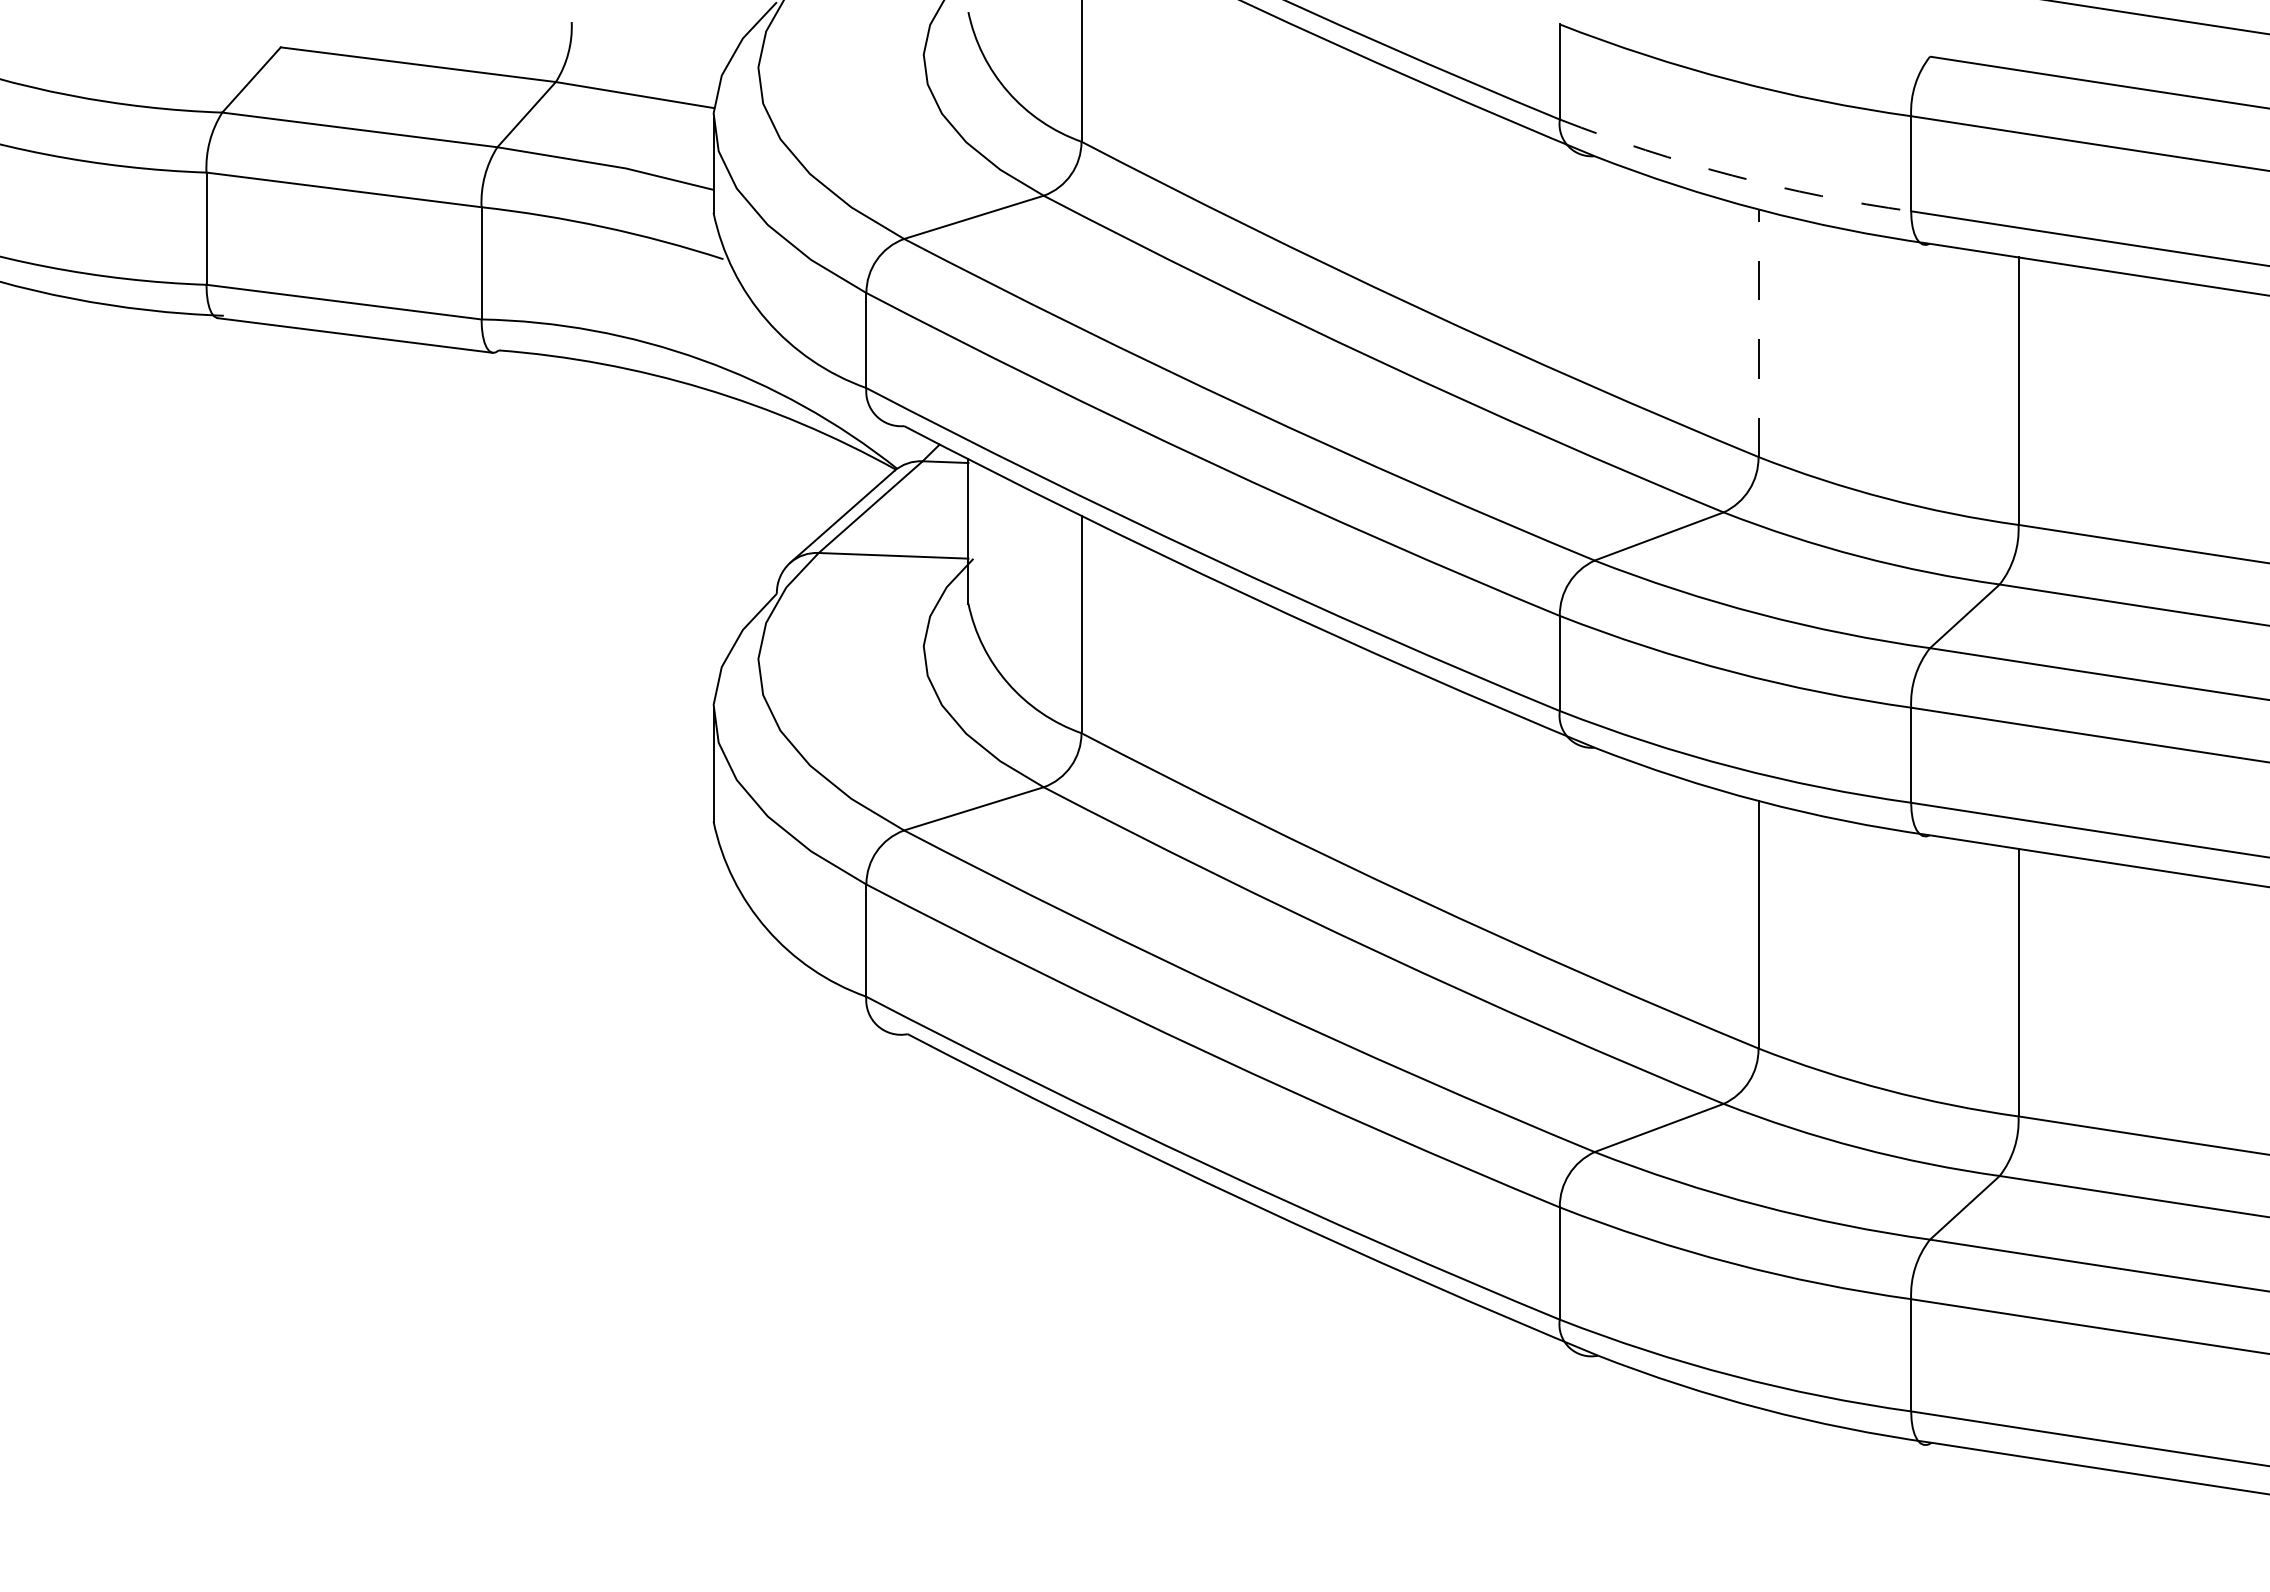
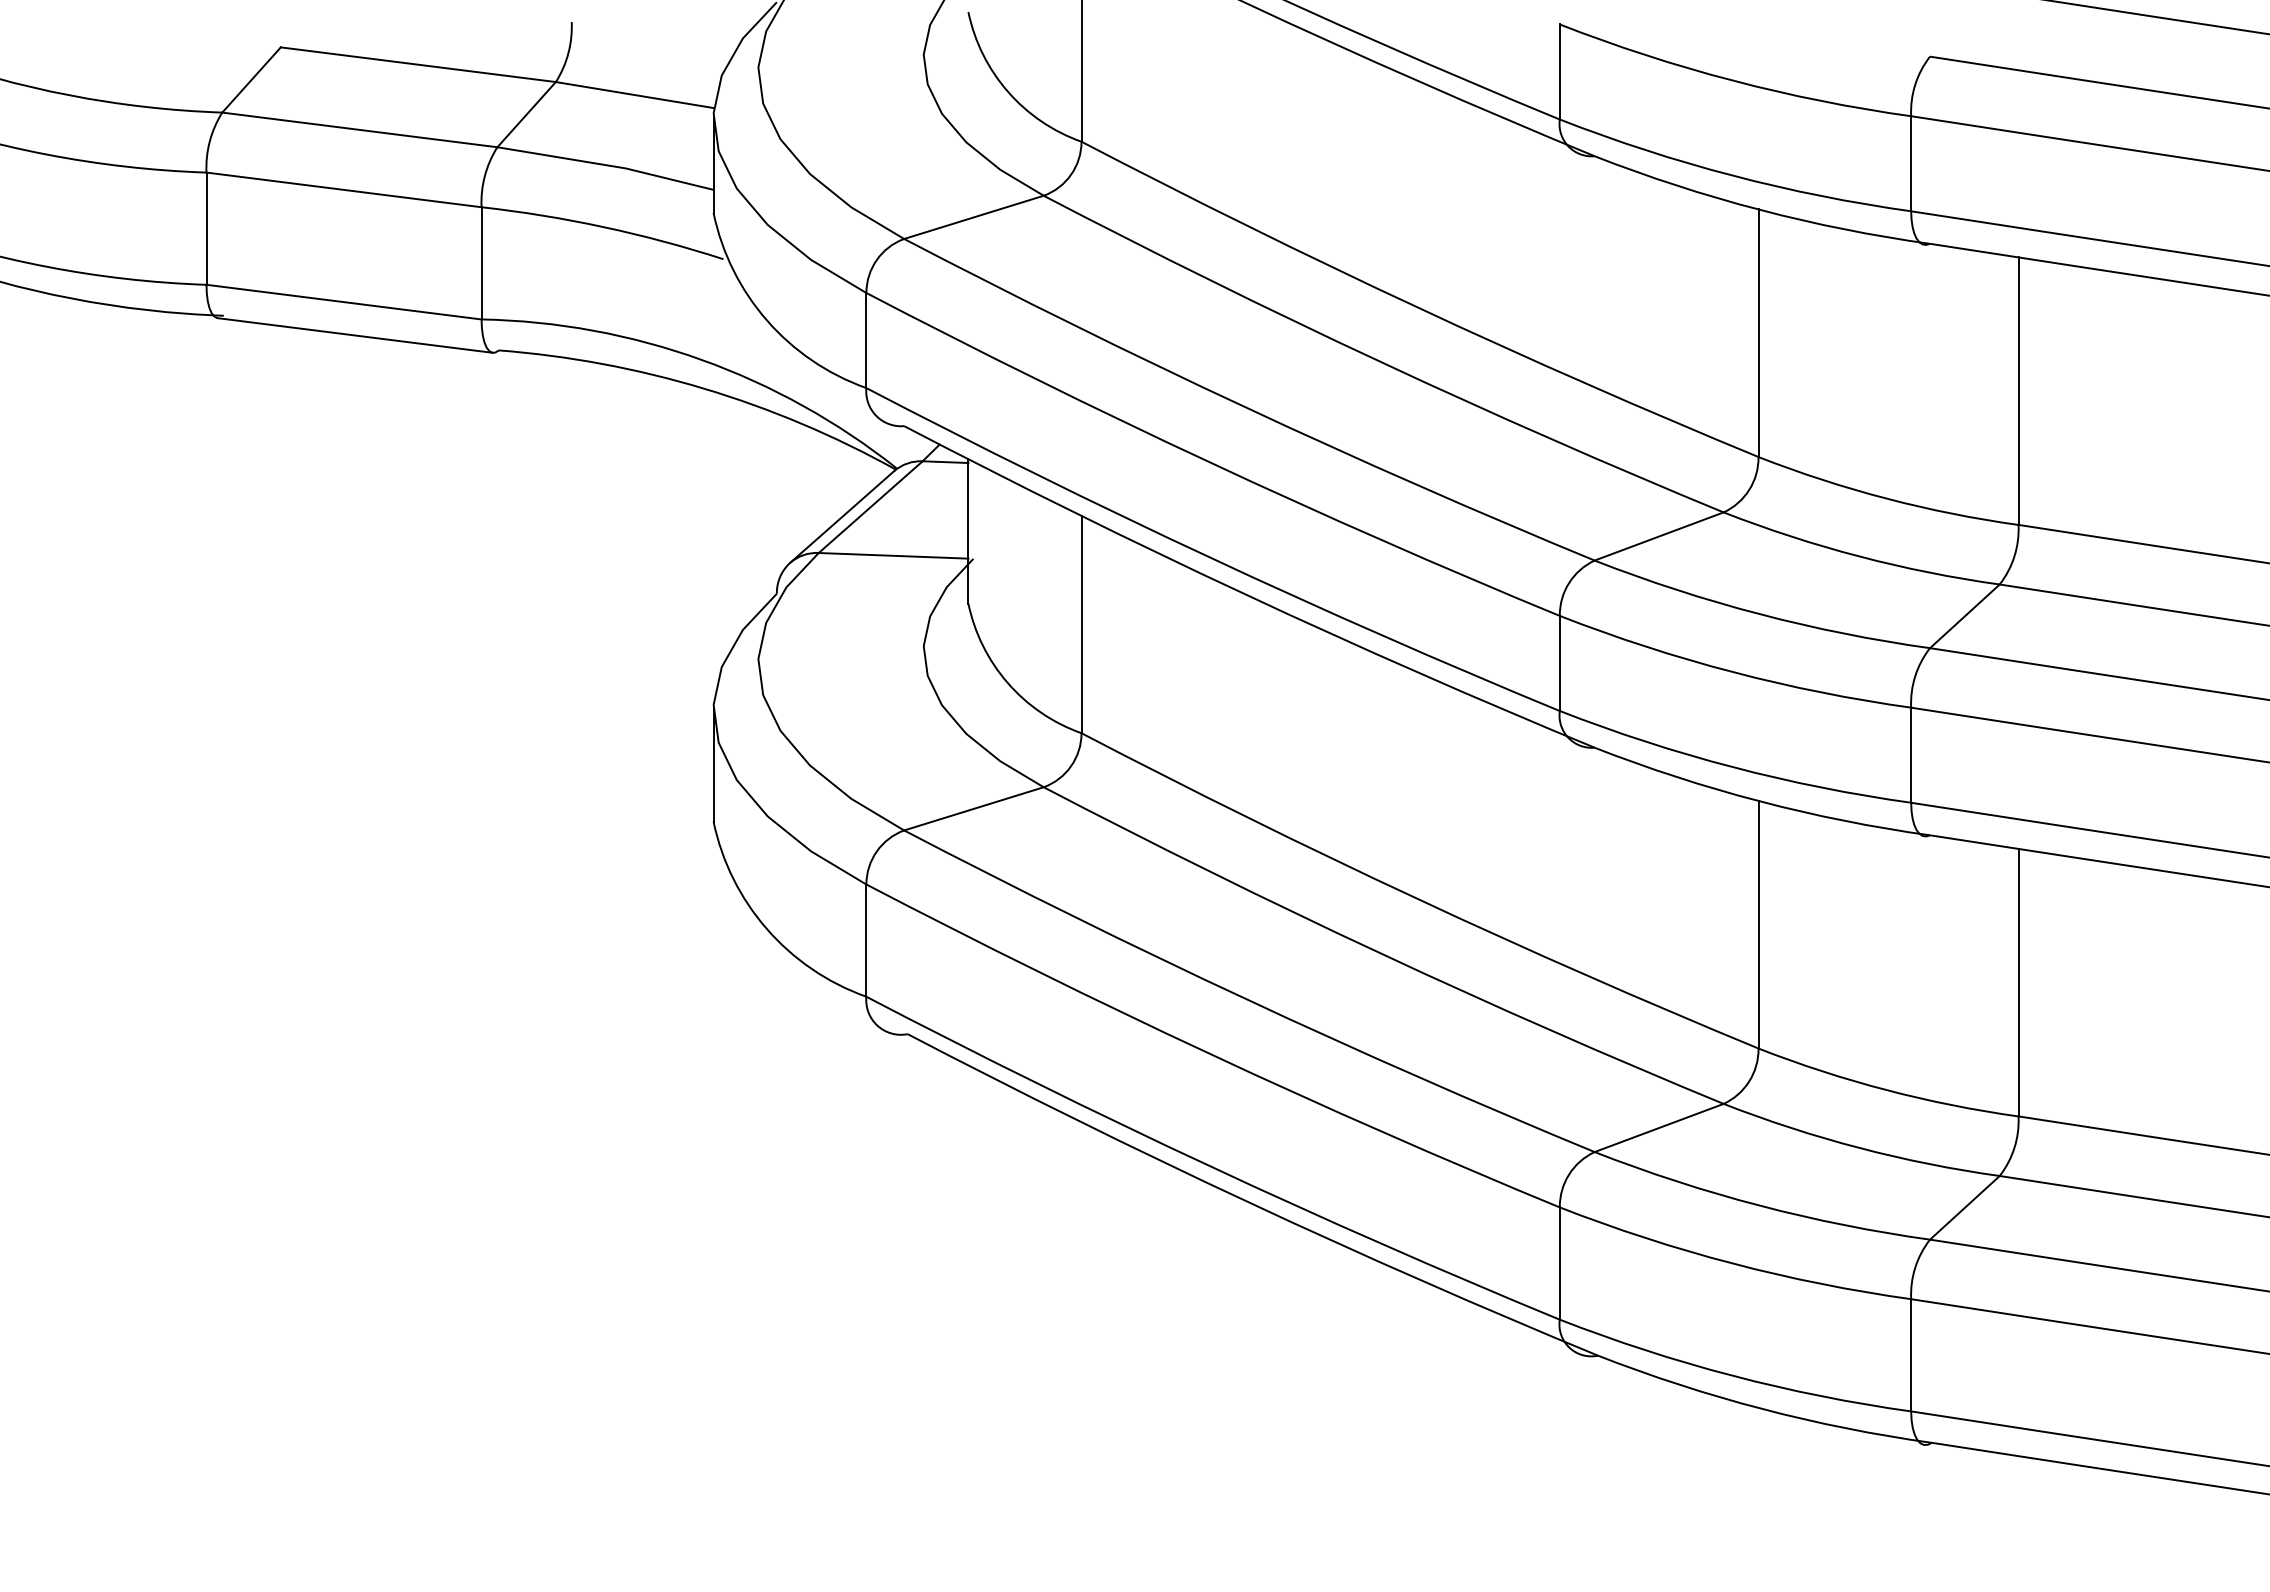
arc at (1732, 175): dashed -> solid
line at (1758, 333): dashed -> solid
